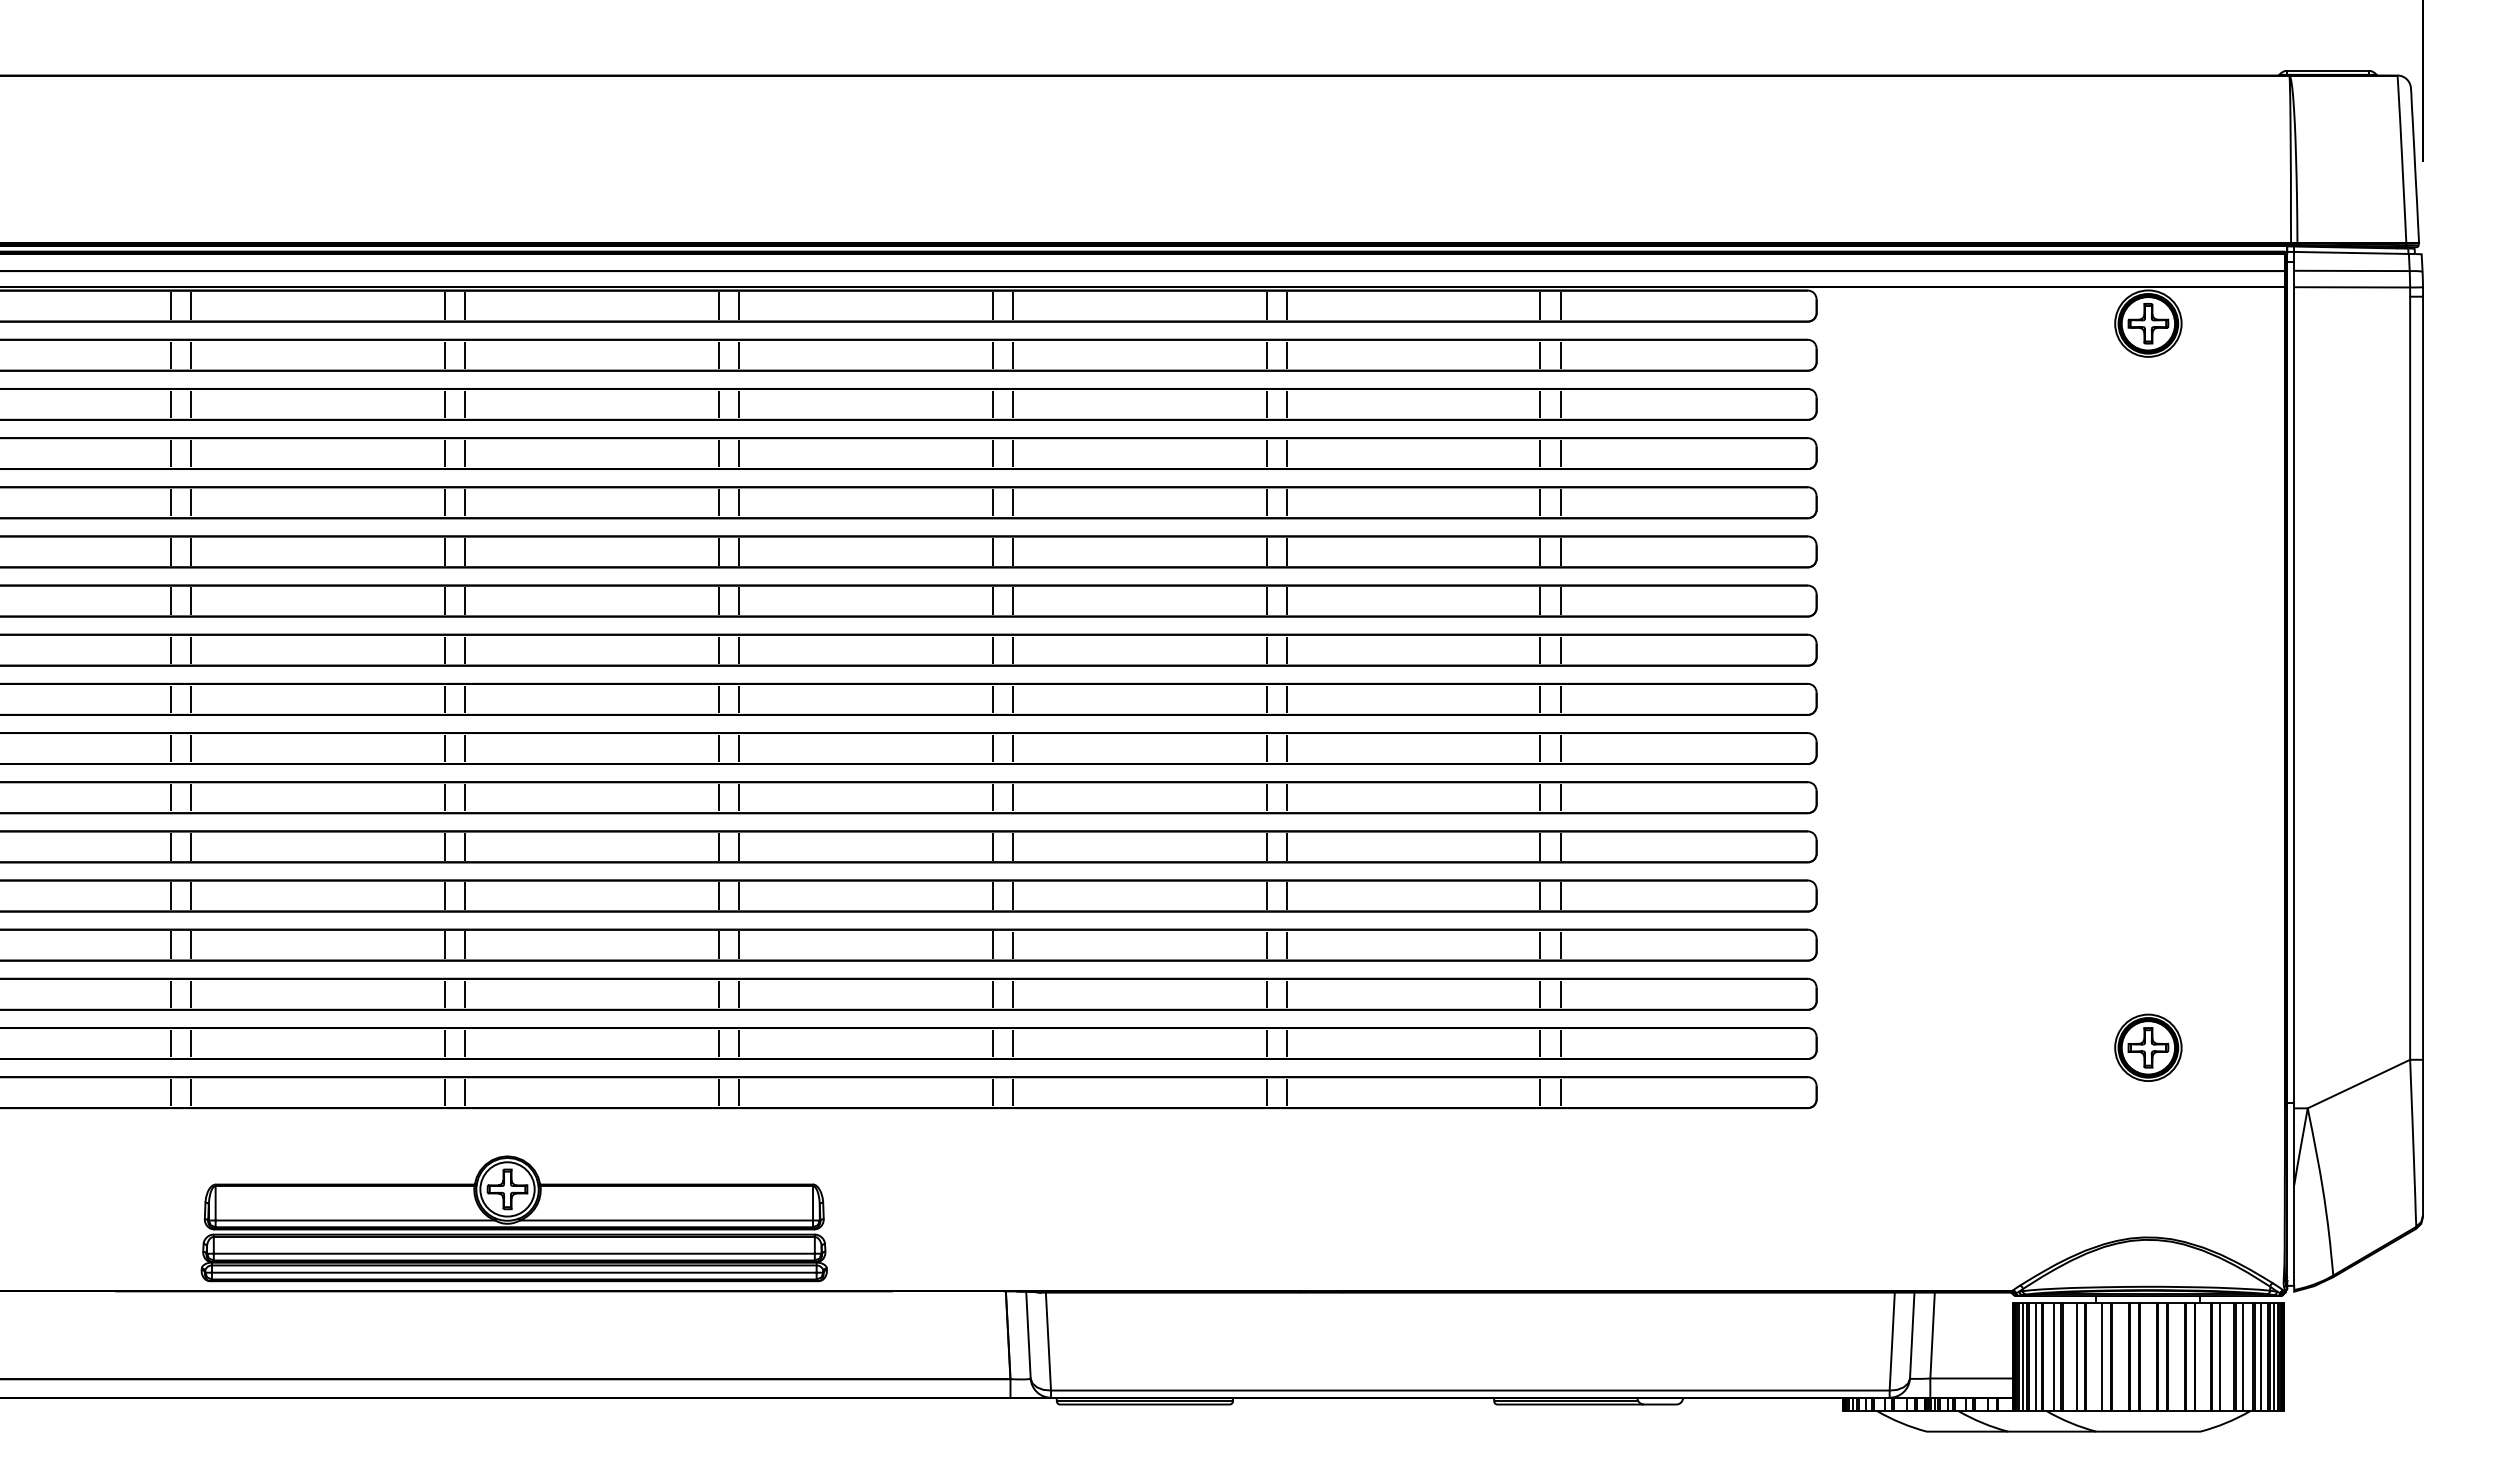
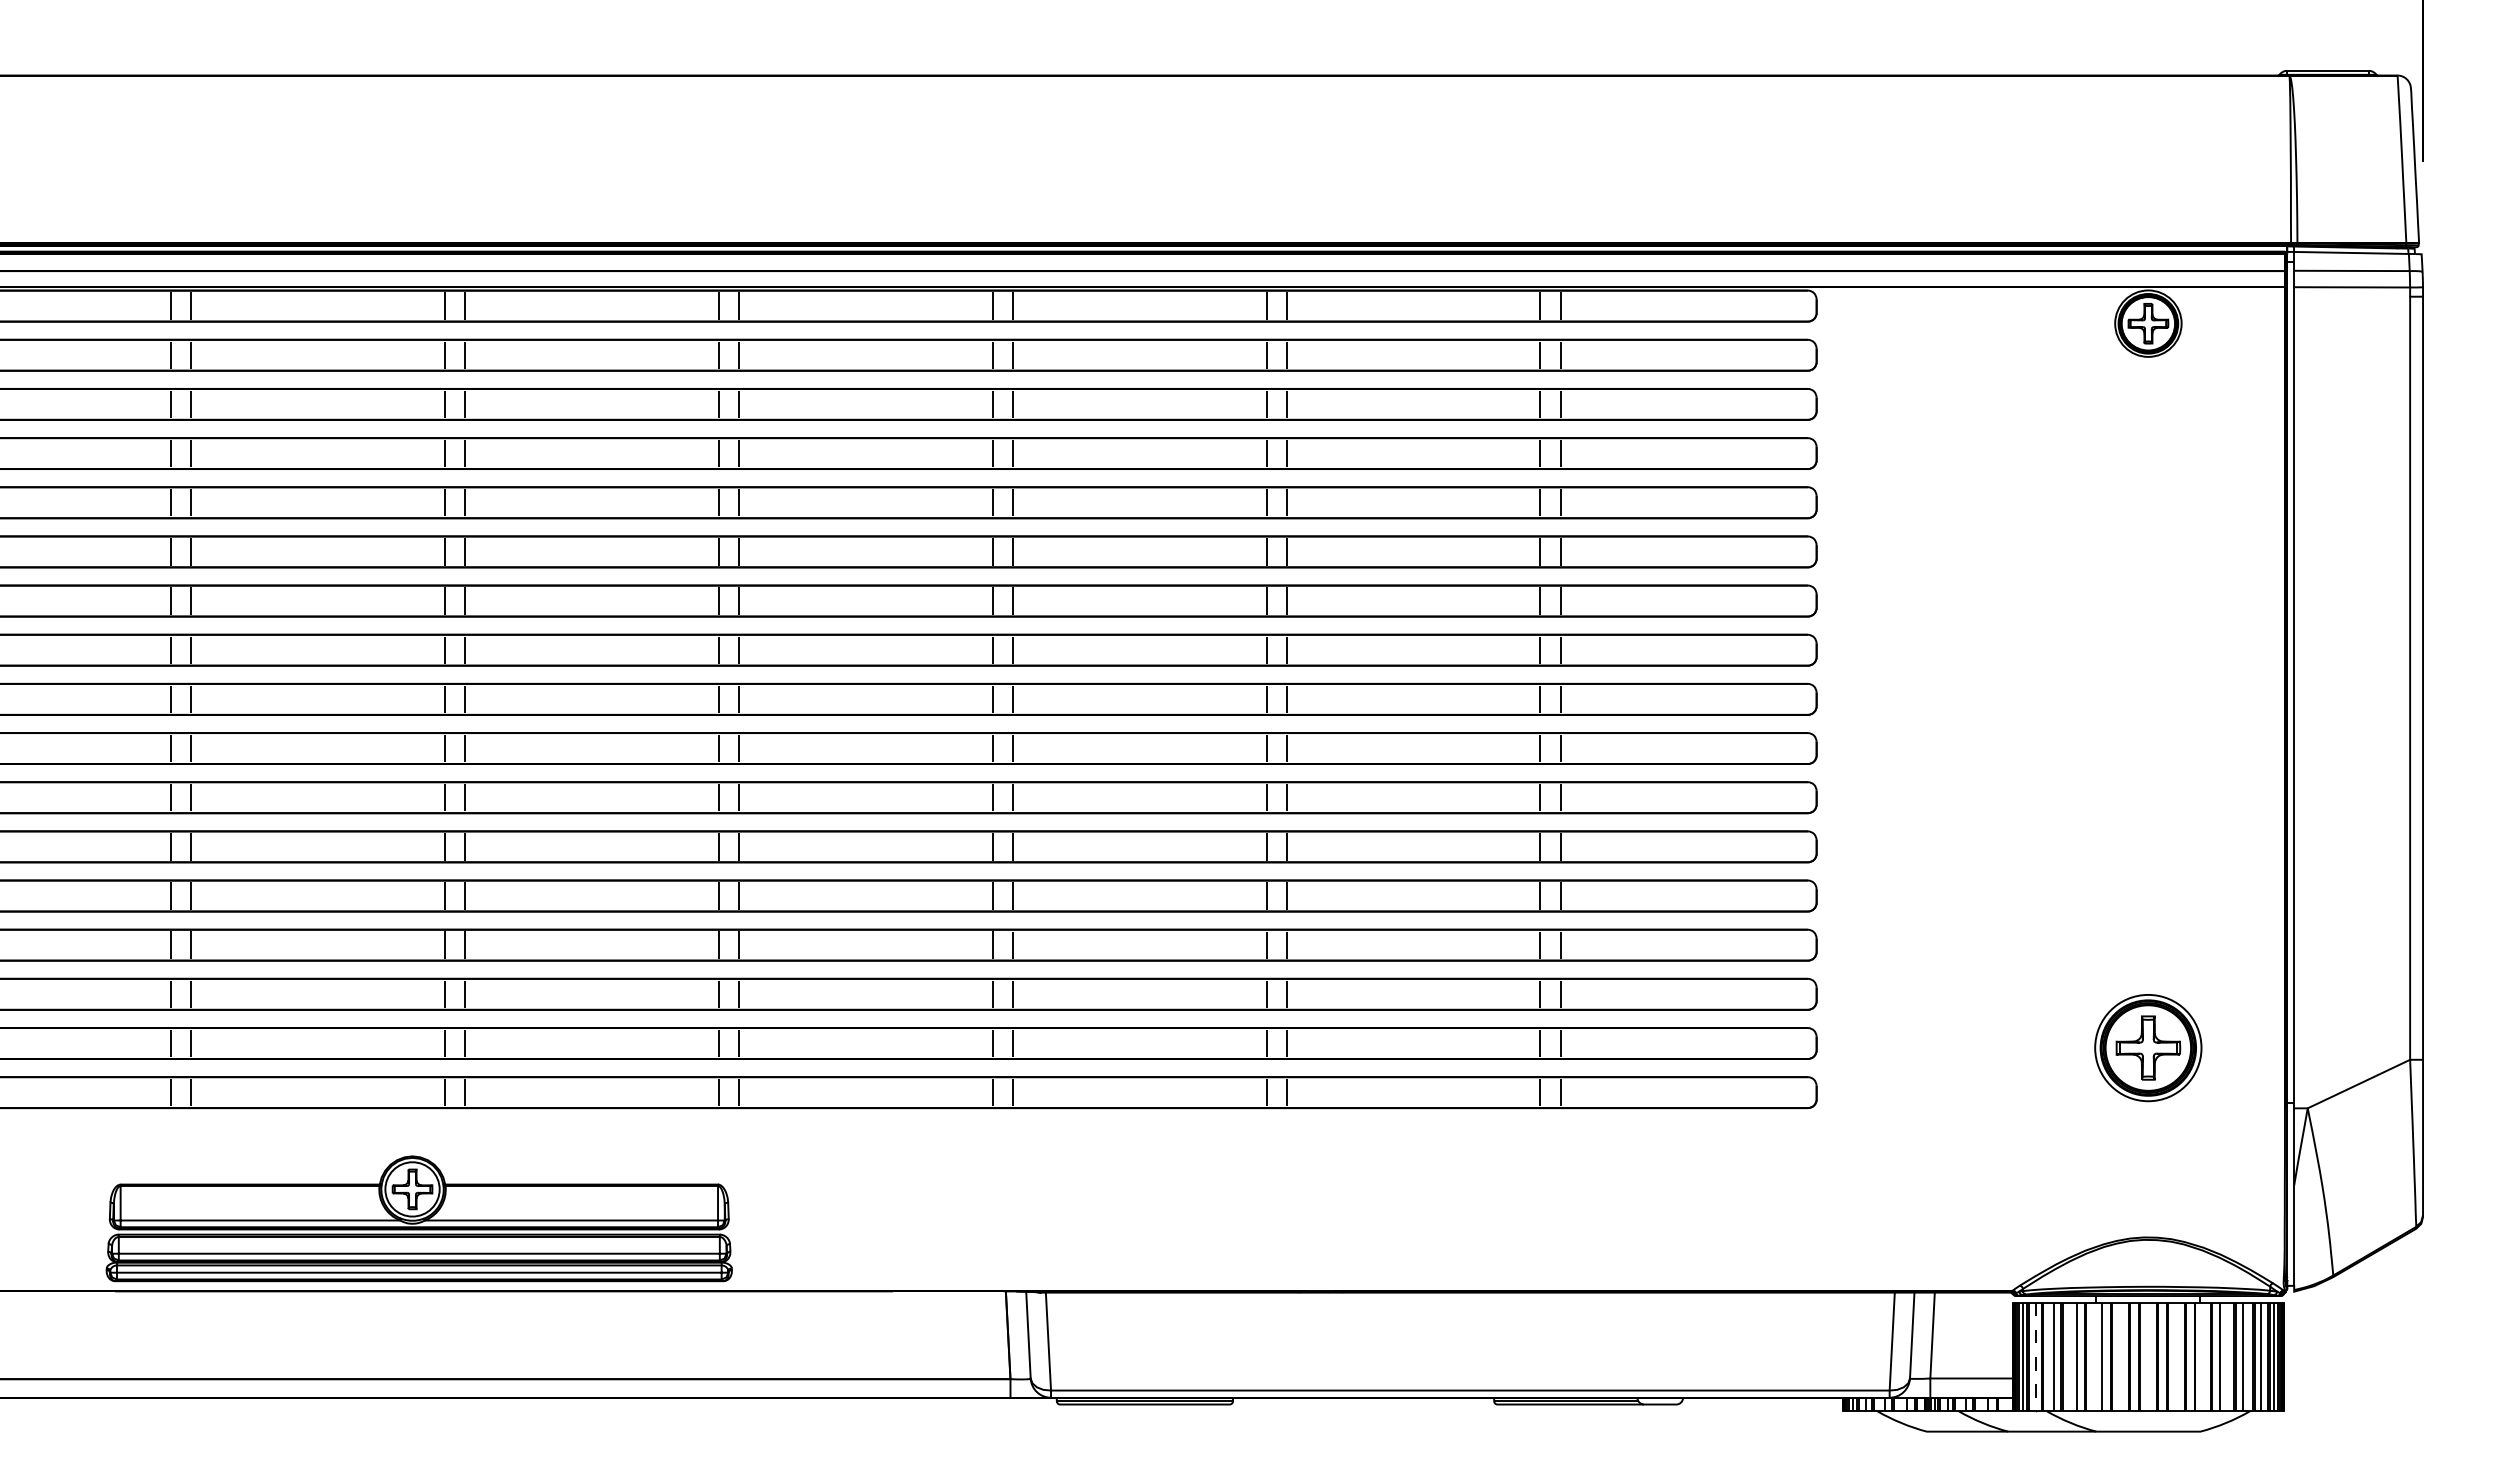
part at (2148, 1047) size: 69x69 px -> 109x109 px
part at (513, 1218) position: (513, 1218) -> (418, 1218)
line at (2035, 1357): solid -> dashed
